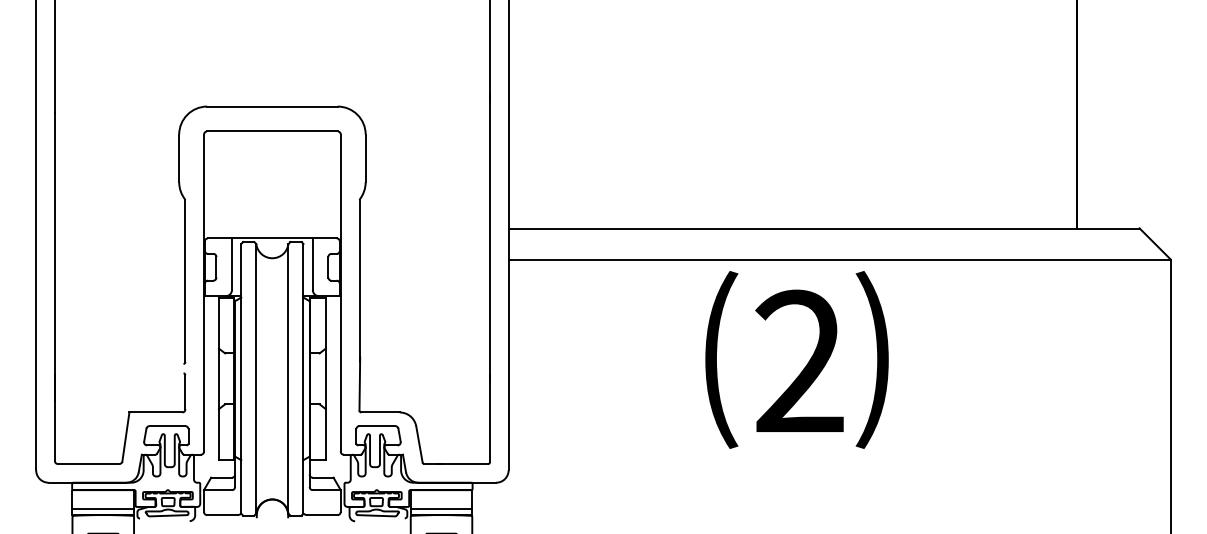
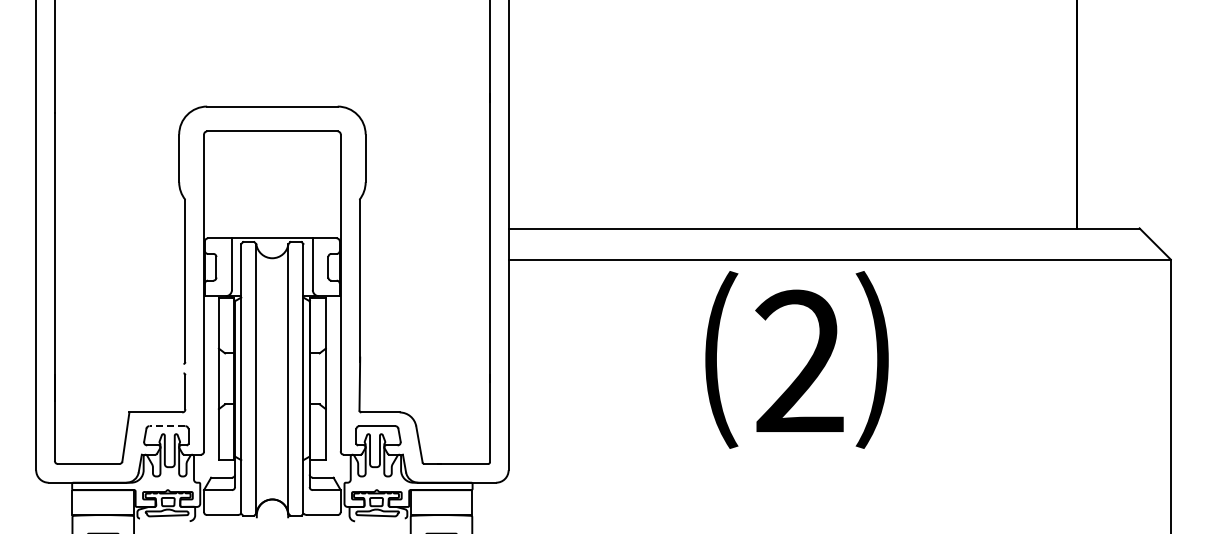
line at (167, 426): solid -> dashed
line at (103, 508): present -> none
line at (441, 508): present -> none
